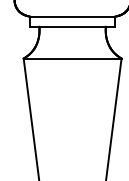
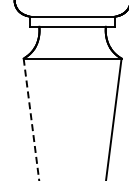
line at (31, 119): solid -> dashed
